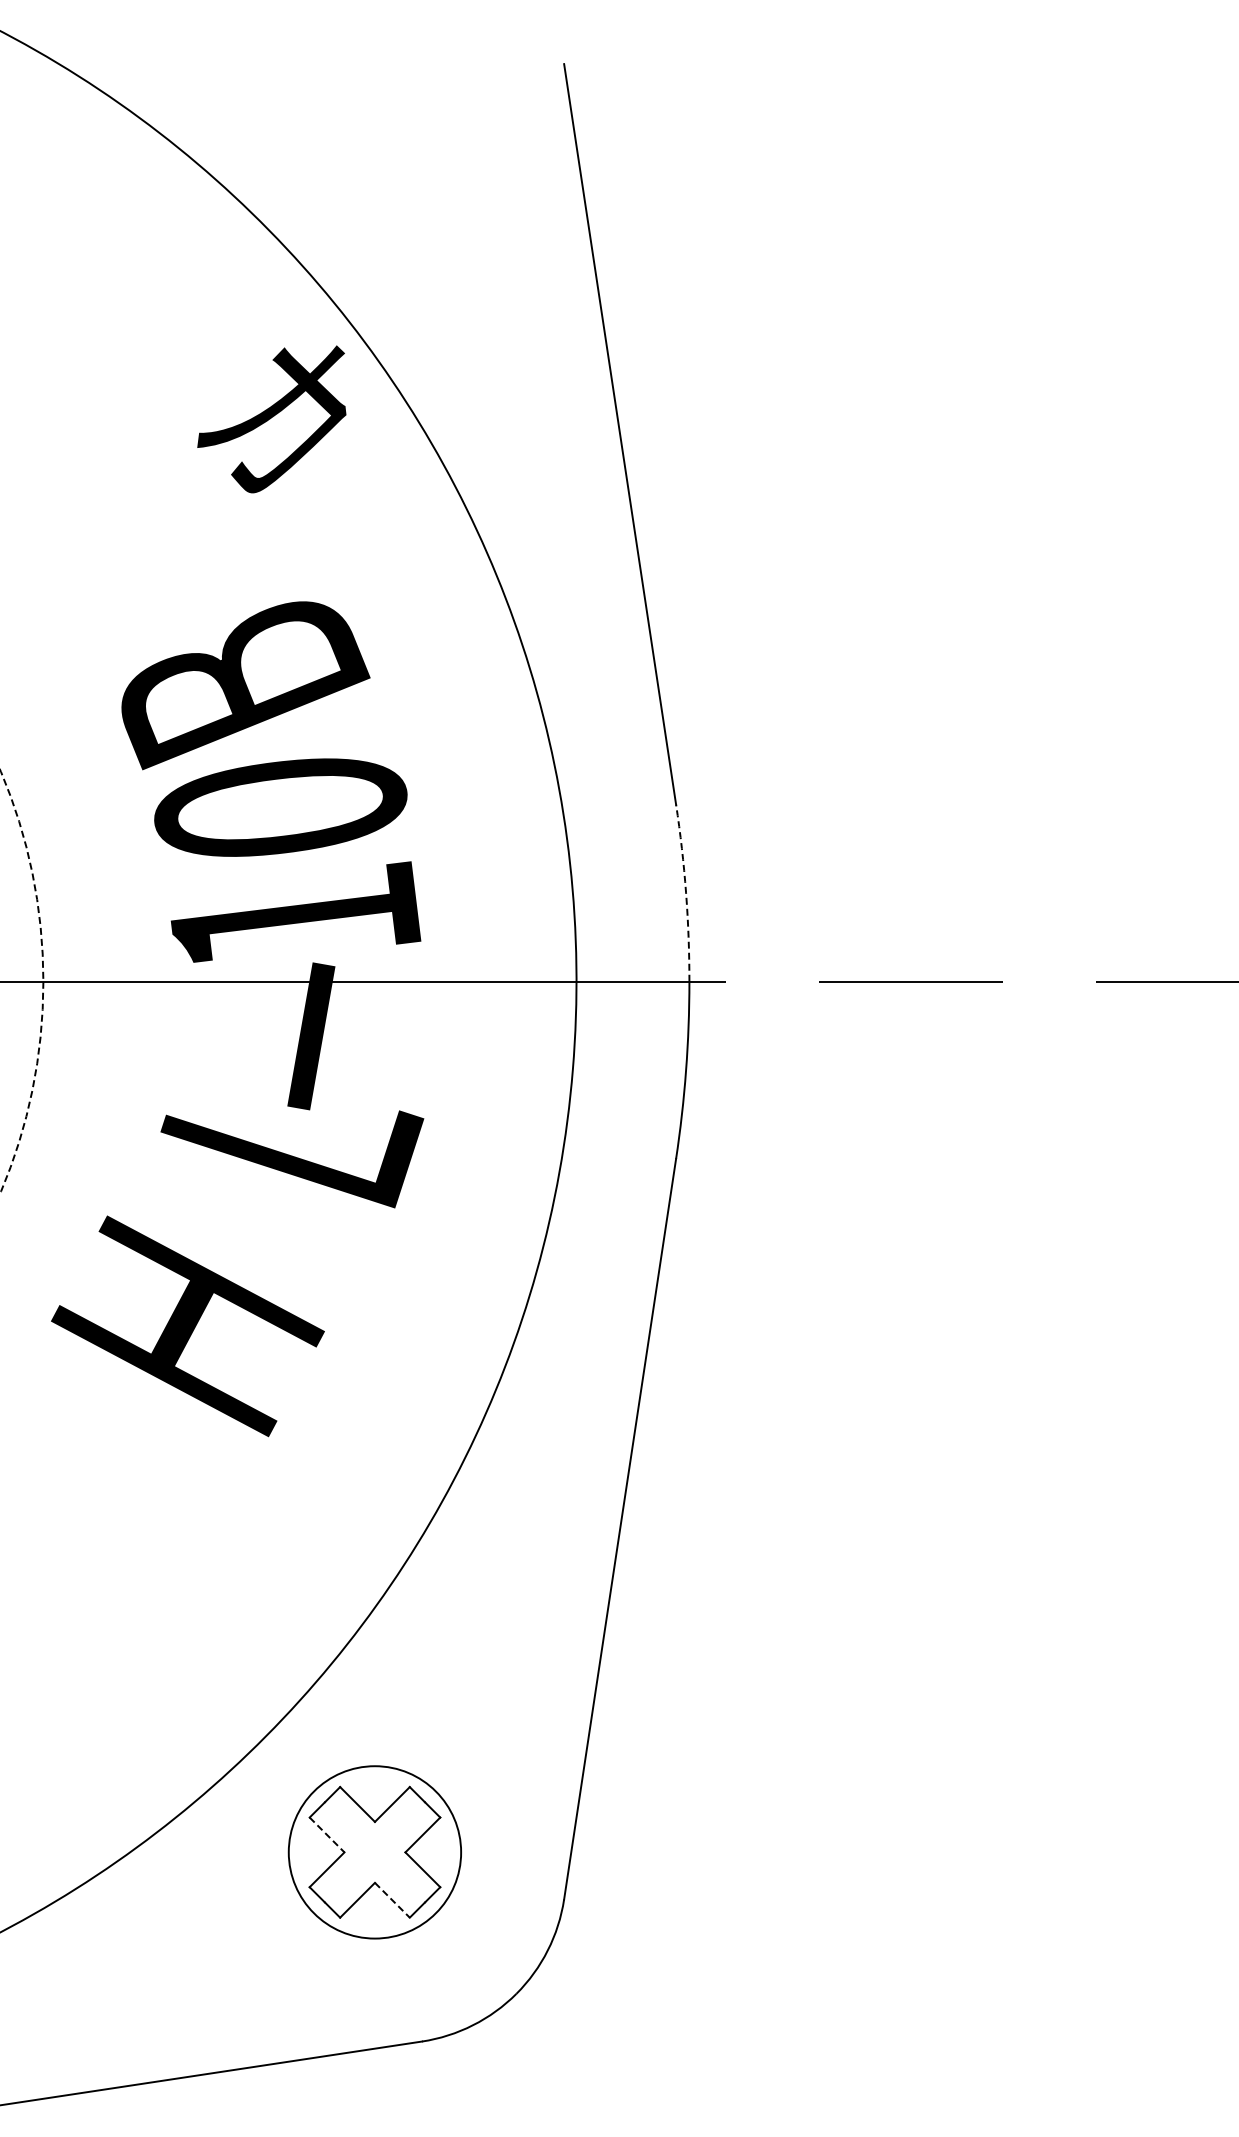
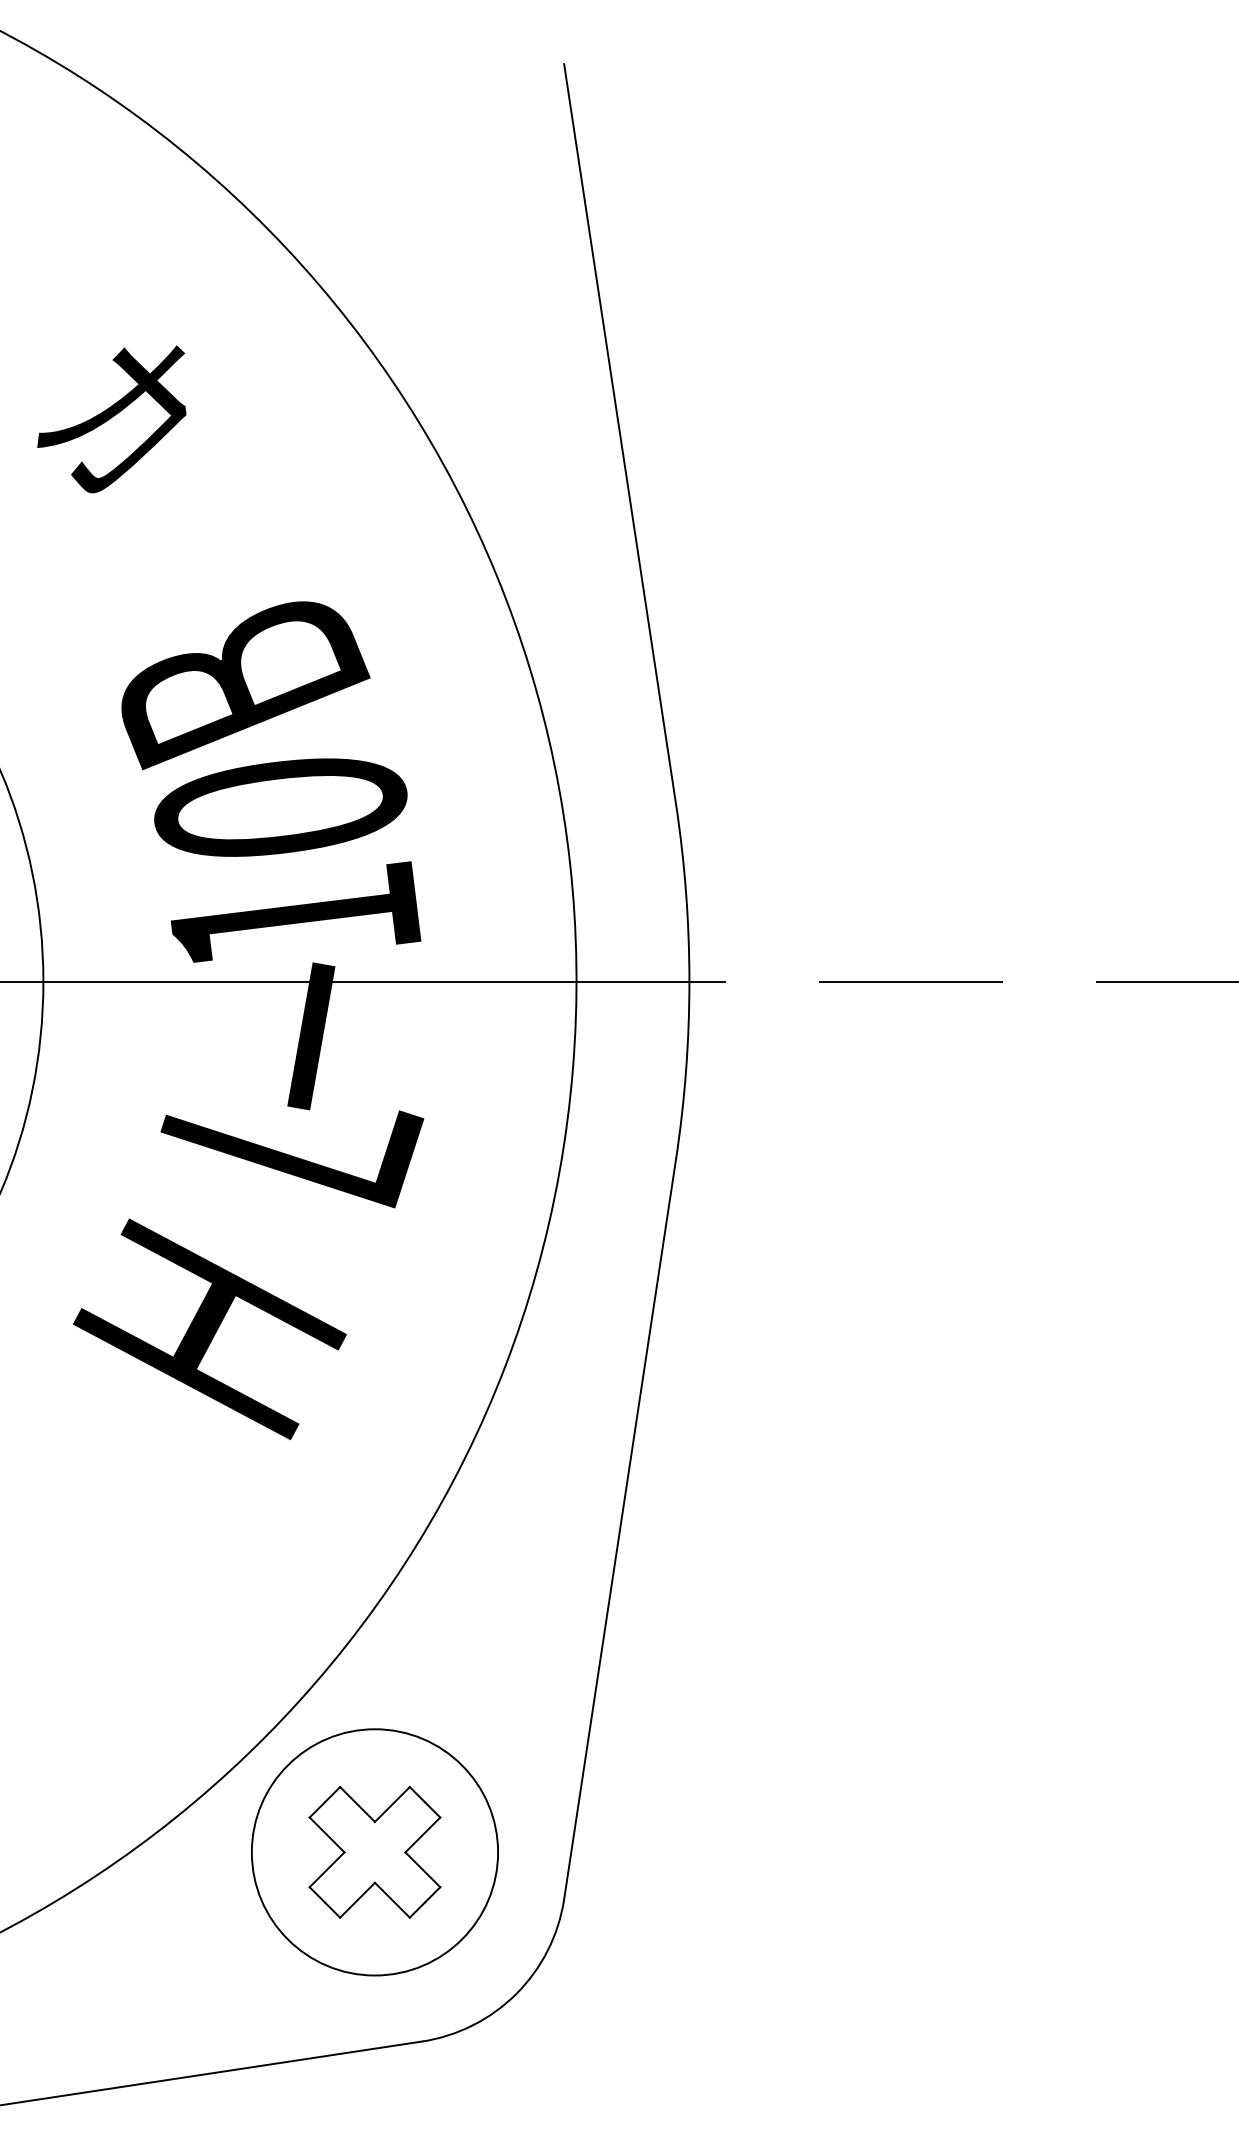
text at (271, 419) position: (271, 419) -> (111, 419)
arc at (686, 892): dashed -> solid
circle at (21, 981): dashed -> solid
text at (187, 1326) position: (187, 1326) -> (209, 1329)
line at (327, 1834): dashed -> solid
circle at (374, 1852) diameter: 172 px -> 246 px
line at (392, 1900): dashed -> solid
